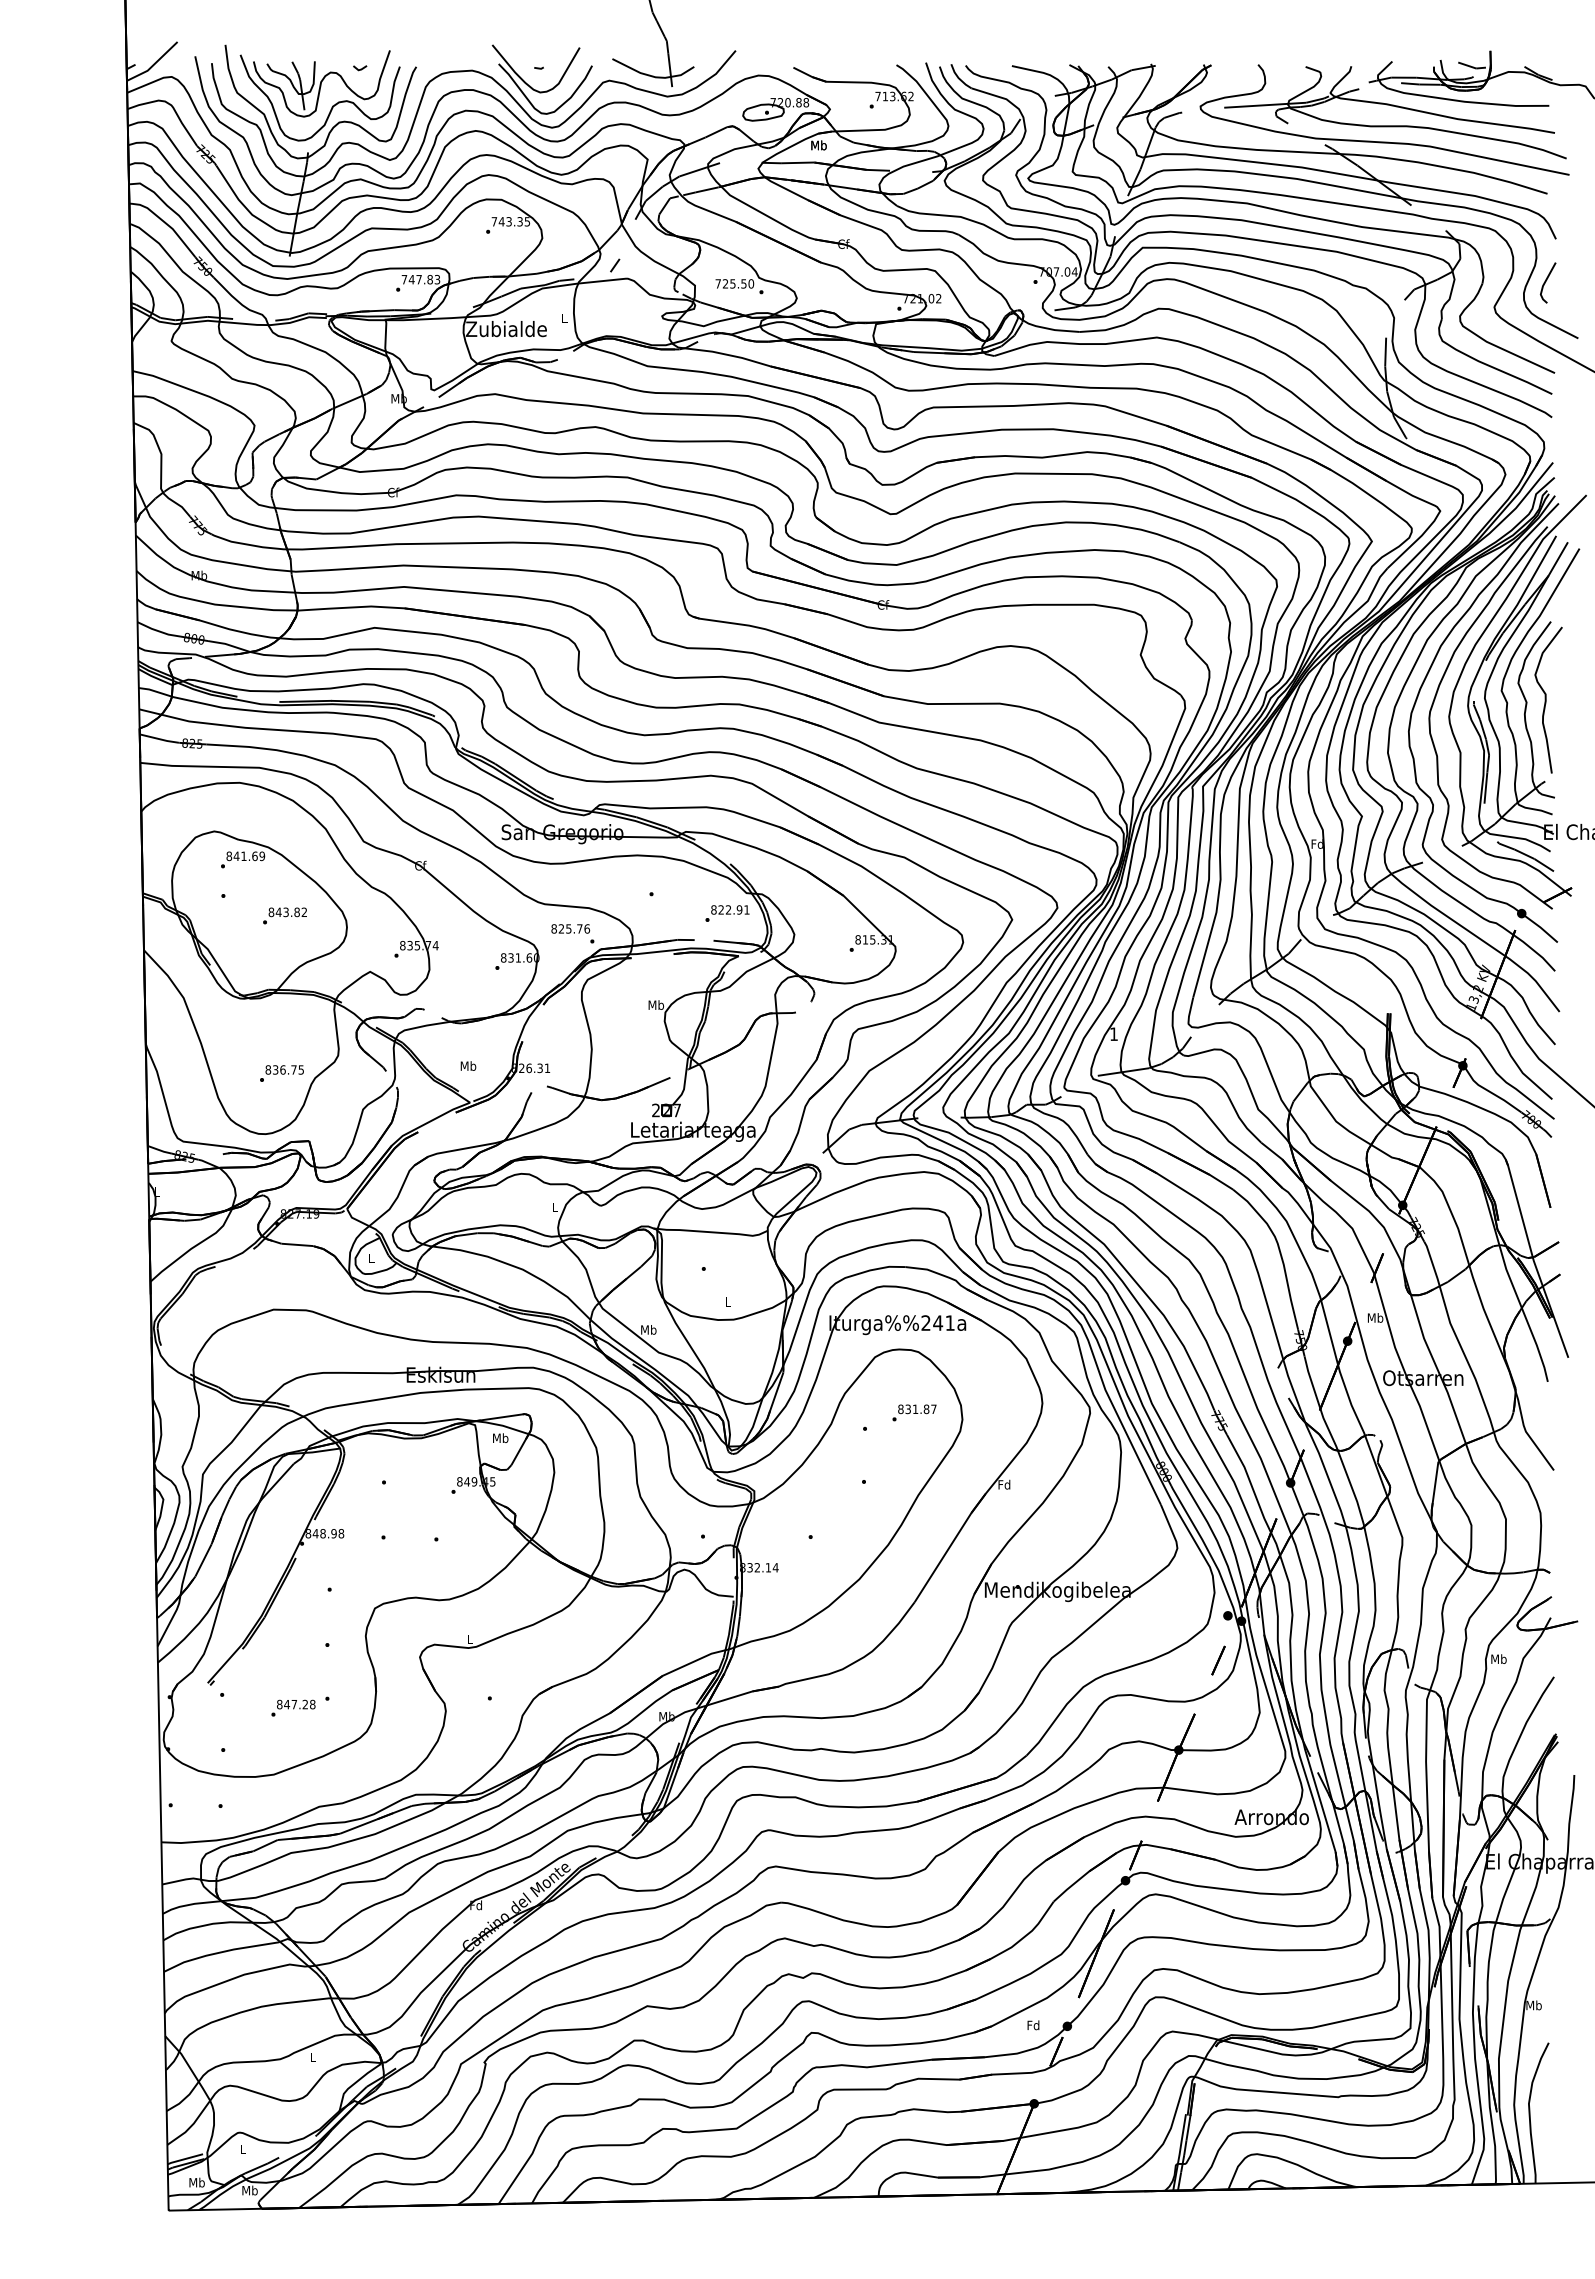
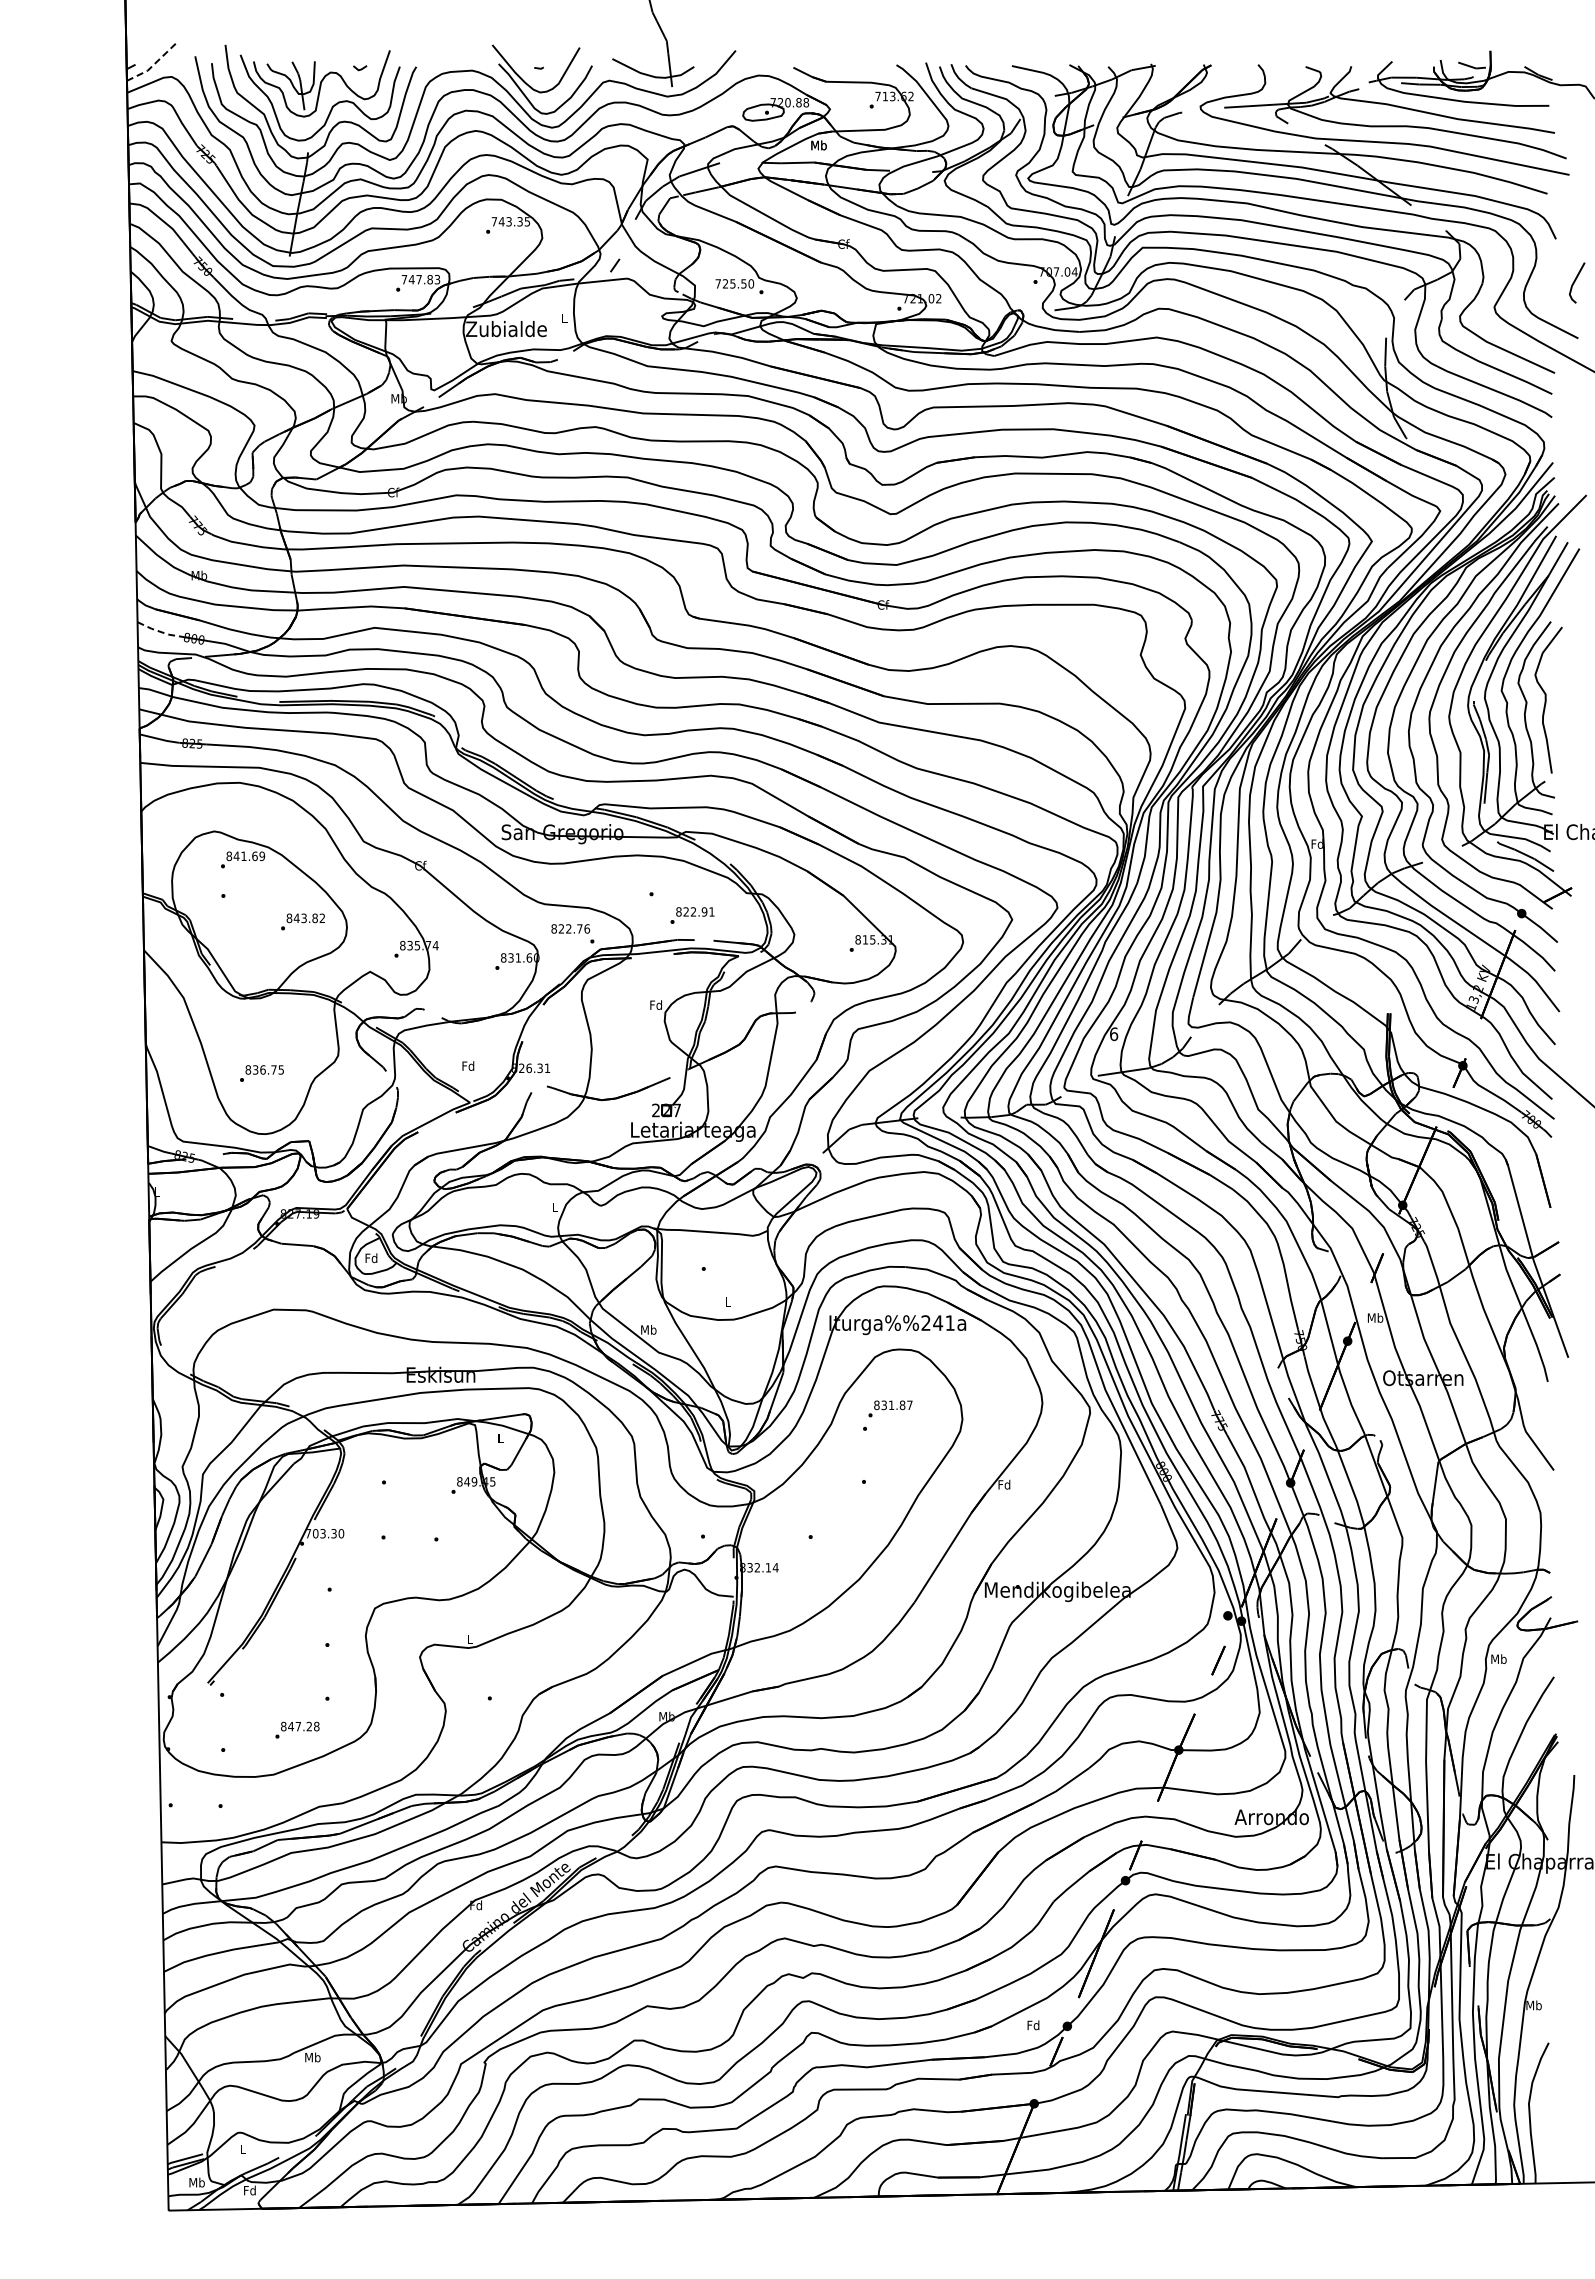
line at (154, 64): solid -> dashed
line at (1546, 281) position: (1546, 281) -> (1575, 281)
line at (159, 631): solid -> dashed
text at (727, 913) position: (727, 913) -> (692, 915)
text at (284, 915) position: (284, 915) -> (302, 921)
text at (568, 928): 825.76 -> 822.76
text at (656, 1004): Mb -> Fd
text at (1114, 1034): 1 -> 6
text at (468, 1065): Mb -> Fd
text at (281, 1073) position: (281, 1073) -> (261, 1073)
text at (371, 1258): L -> Fd
text at (914, 1412) position: (914, 1412) -> (890, 1408)
text at (500, 1438): Mb -> L
text at (324, 1533): 848.98 -> 703.30
text at (293, 1707) position: (293, 1707) -> (297, 1729)
text at (312, 2057): L -> Mb
text at (249, 2190): Mb -> Fd
